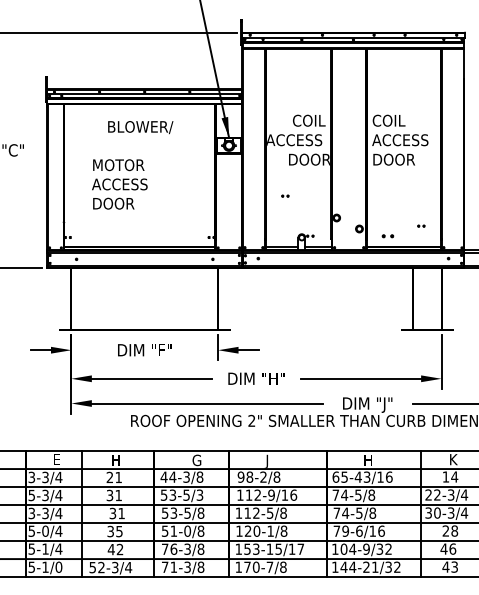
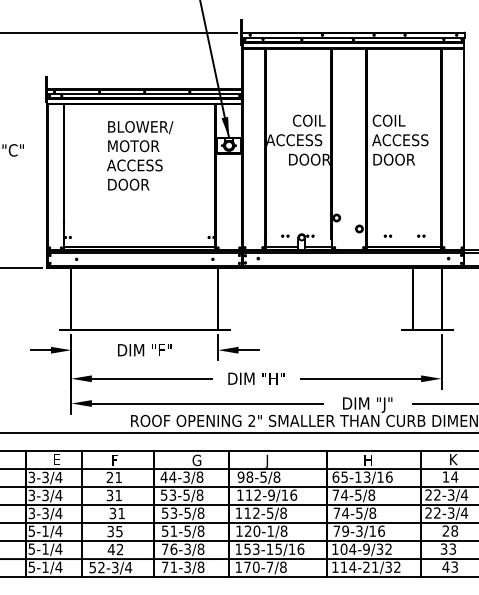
text at (119, 184) position: (119, 184) -> (134, 165)
part at (285, 195) position: (285, 195) -> (285, 235)
part at (421, 225) position: (421, 225) -> (421, 235)
part at (387, 236) size: 14x5 px -> 10x4 px
line at (238, 433): none -> present
text at (116, 460): H -> F
text at (263, 476): 98-2/8 -> 98-5/8
text at (357, 476): 65-43/16 -> 65-13/16
text at (31, 494): 5-3/4 -> 3-3/4
text at (199, 494): 53-5/3 -> 53-5/8
text at (432, 512): 30-3/4 -> 22-3/4
text at (45, 530): 5-0/4 -> 5-1/4
text at (187, 530): 51-0/8 -> 51-5/8
text at (359, 530): 79-6/16 -> 79-3/16
text at (300, 548): 153-15/17 -> 153-15/16
text at (448, 548): 46 -> 33
text at (58, 566): 5-1/0 -> 5-1/4
text at (343, 566): 144-21/32 -> 114-21/32
